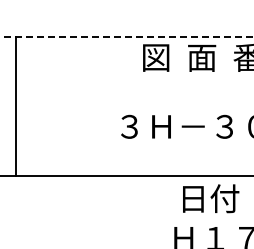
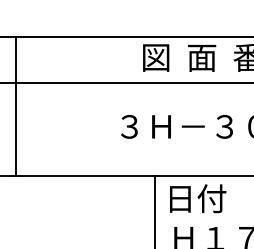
line at (127, 36): dashed -> solid
line at (126, 83): none -> present
text at (211, 198) position: (211, 198) -> (198, 198)
line at (155, 210): none -> present
